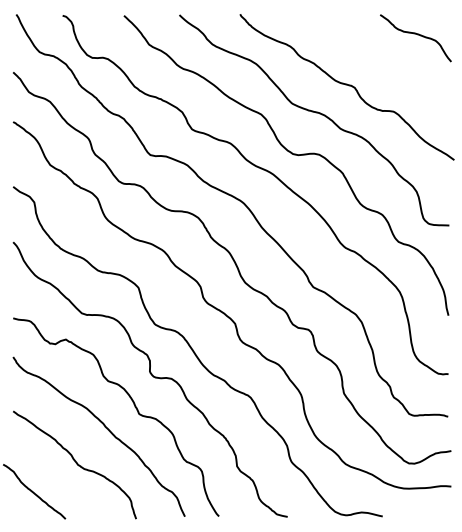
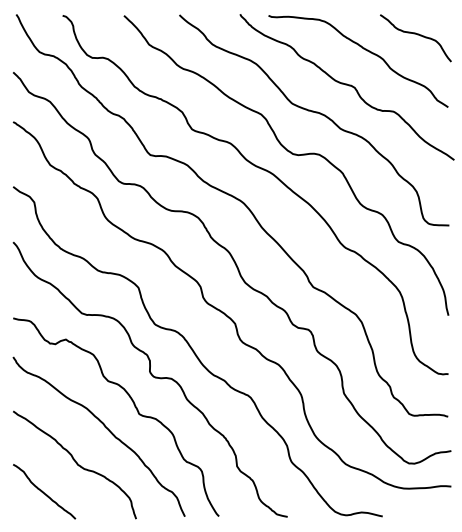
curve at (363, 49): none -> present
curve at (33, 491) position: (33, 491) -> (43, 491)
